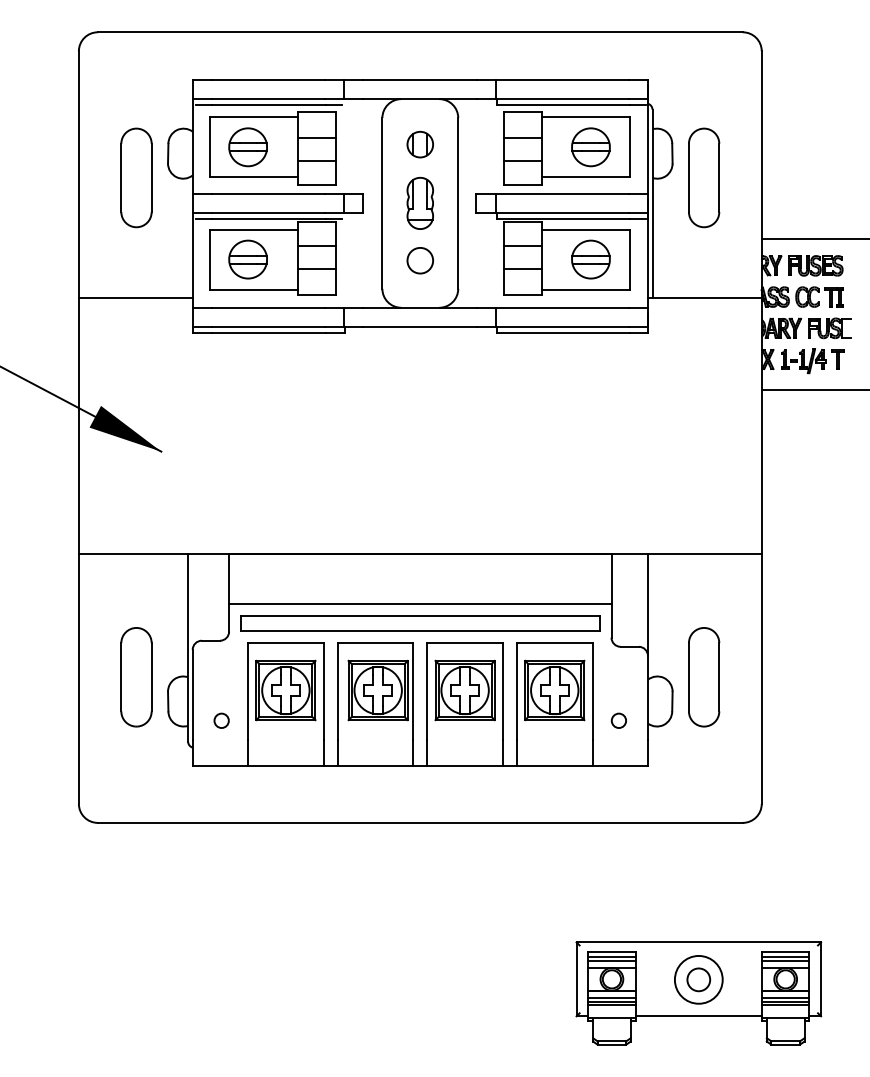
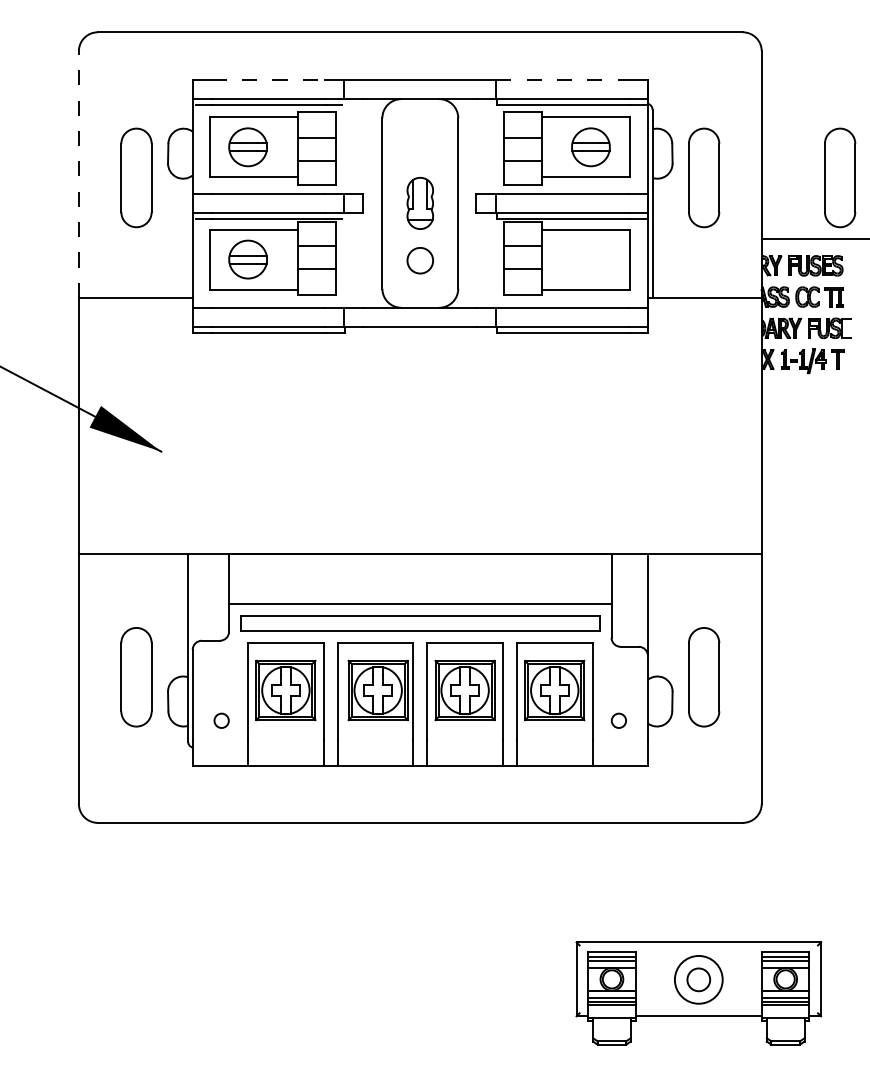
line at (268, 80): solid -> dashed
line at (563, 80): solid -> dashed
part at (419, 144): present -> none
line at (78, 174): solid -> dashed
part at (840, 177): none -> present
part at (590, 259): present -> none
line at (813, 390): present -> none
